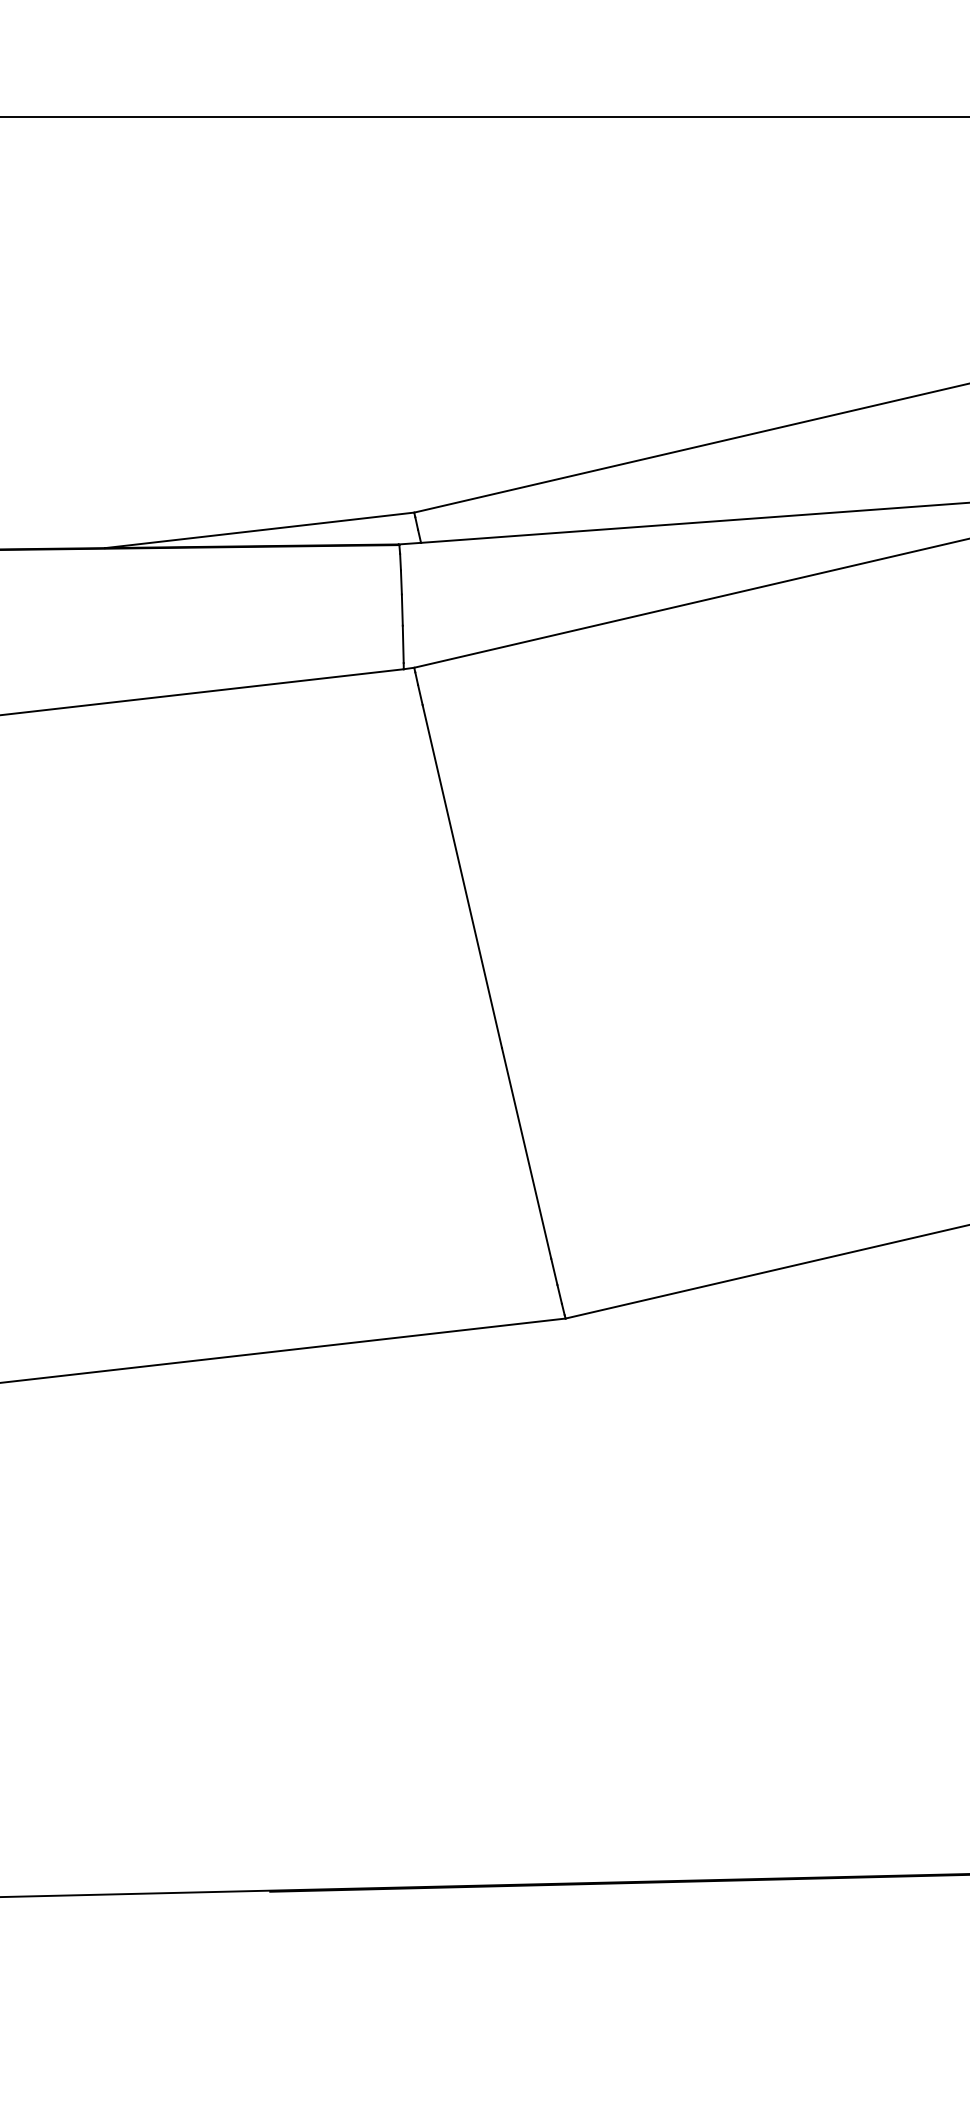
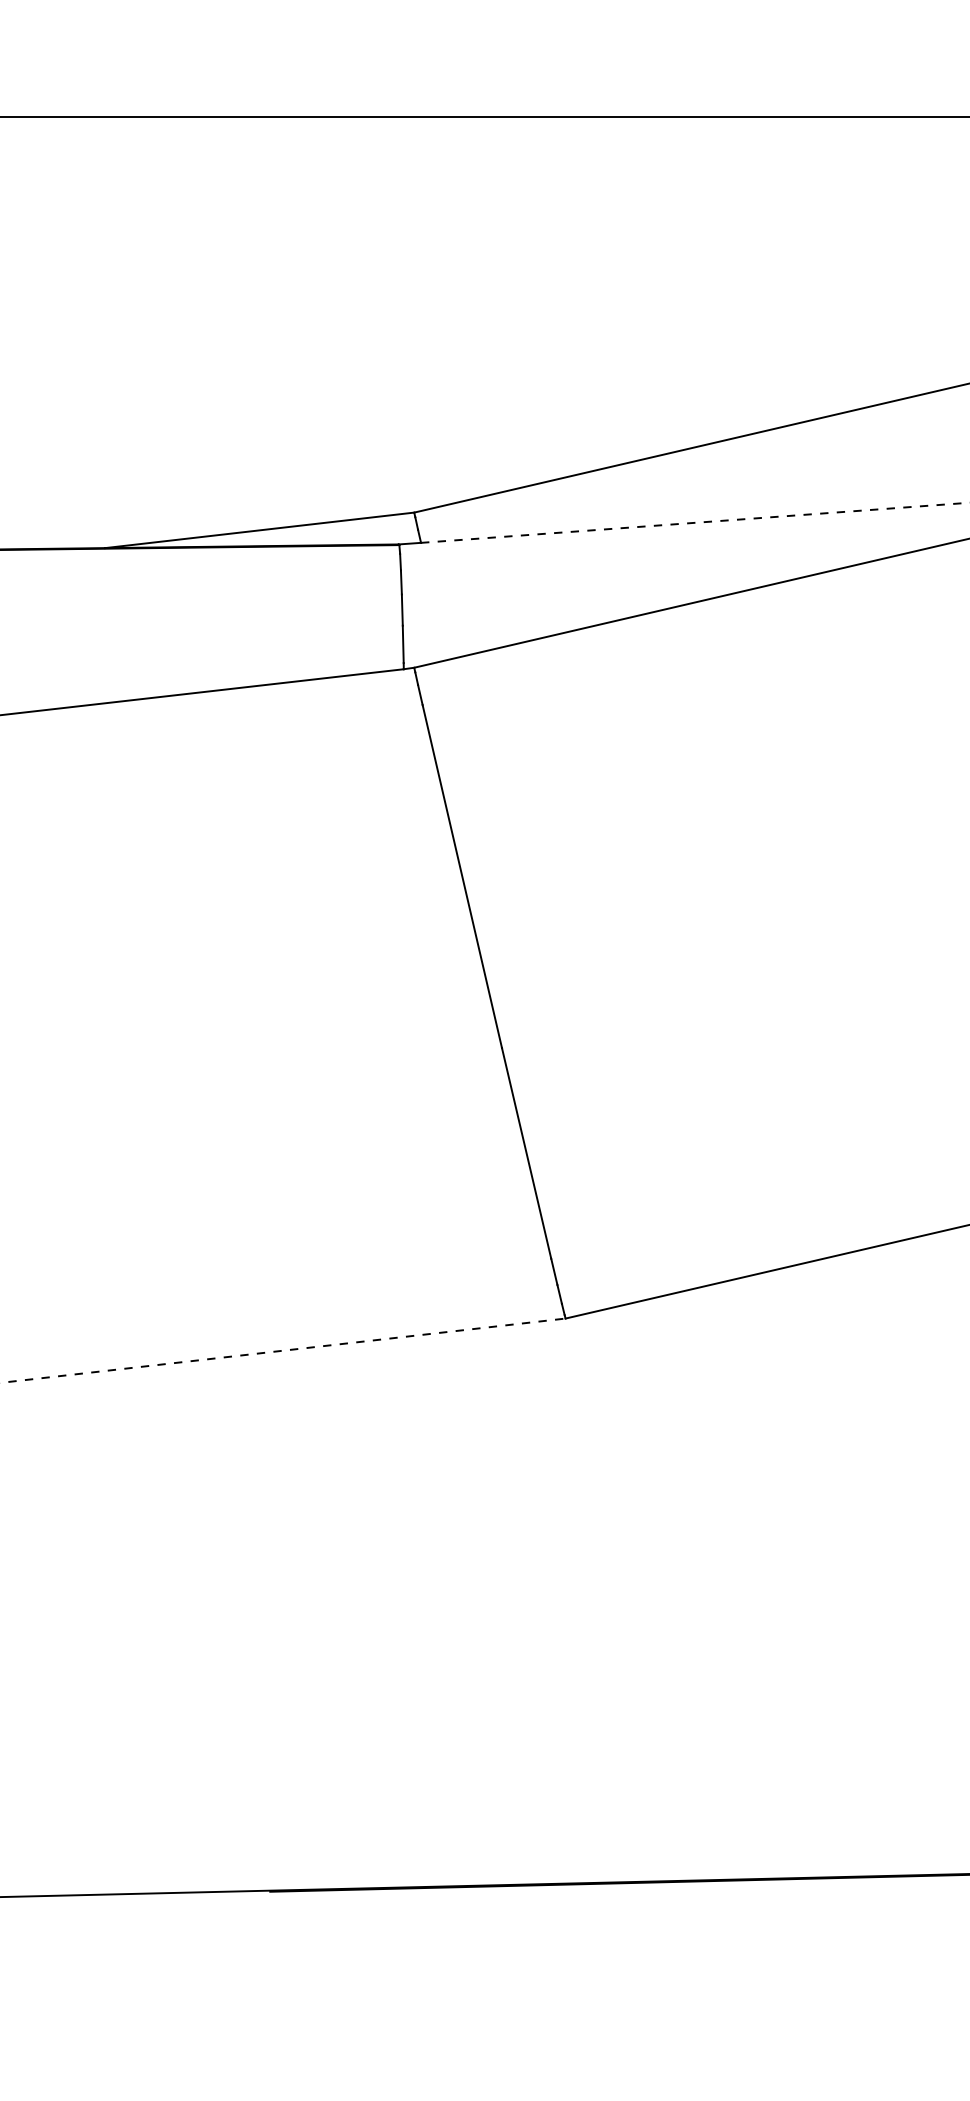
line at (695, 522): solid -> dashed
line at (283, 1350): solid -> dashed
